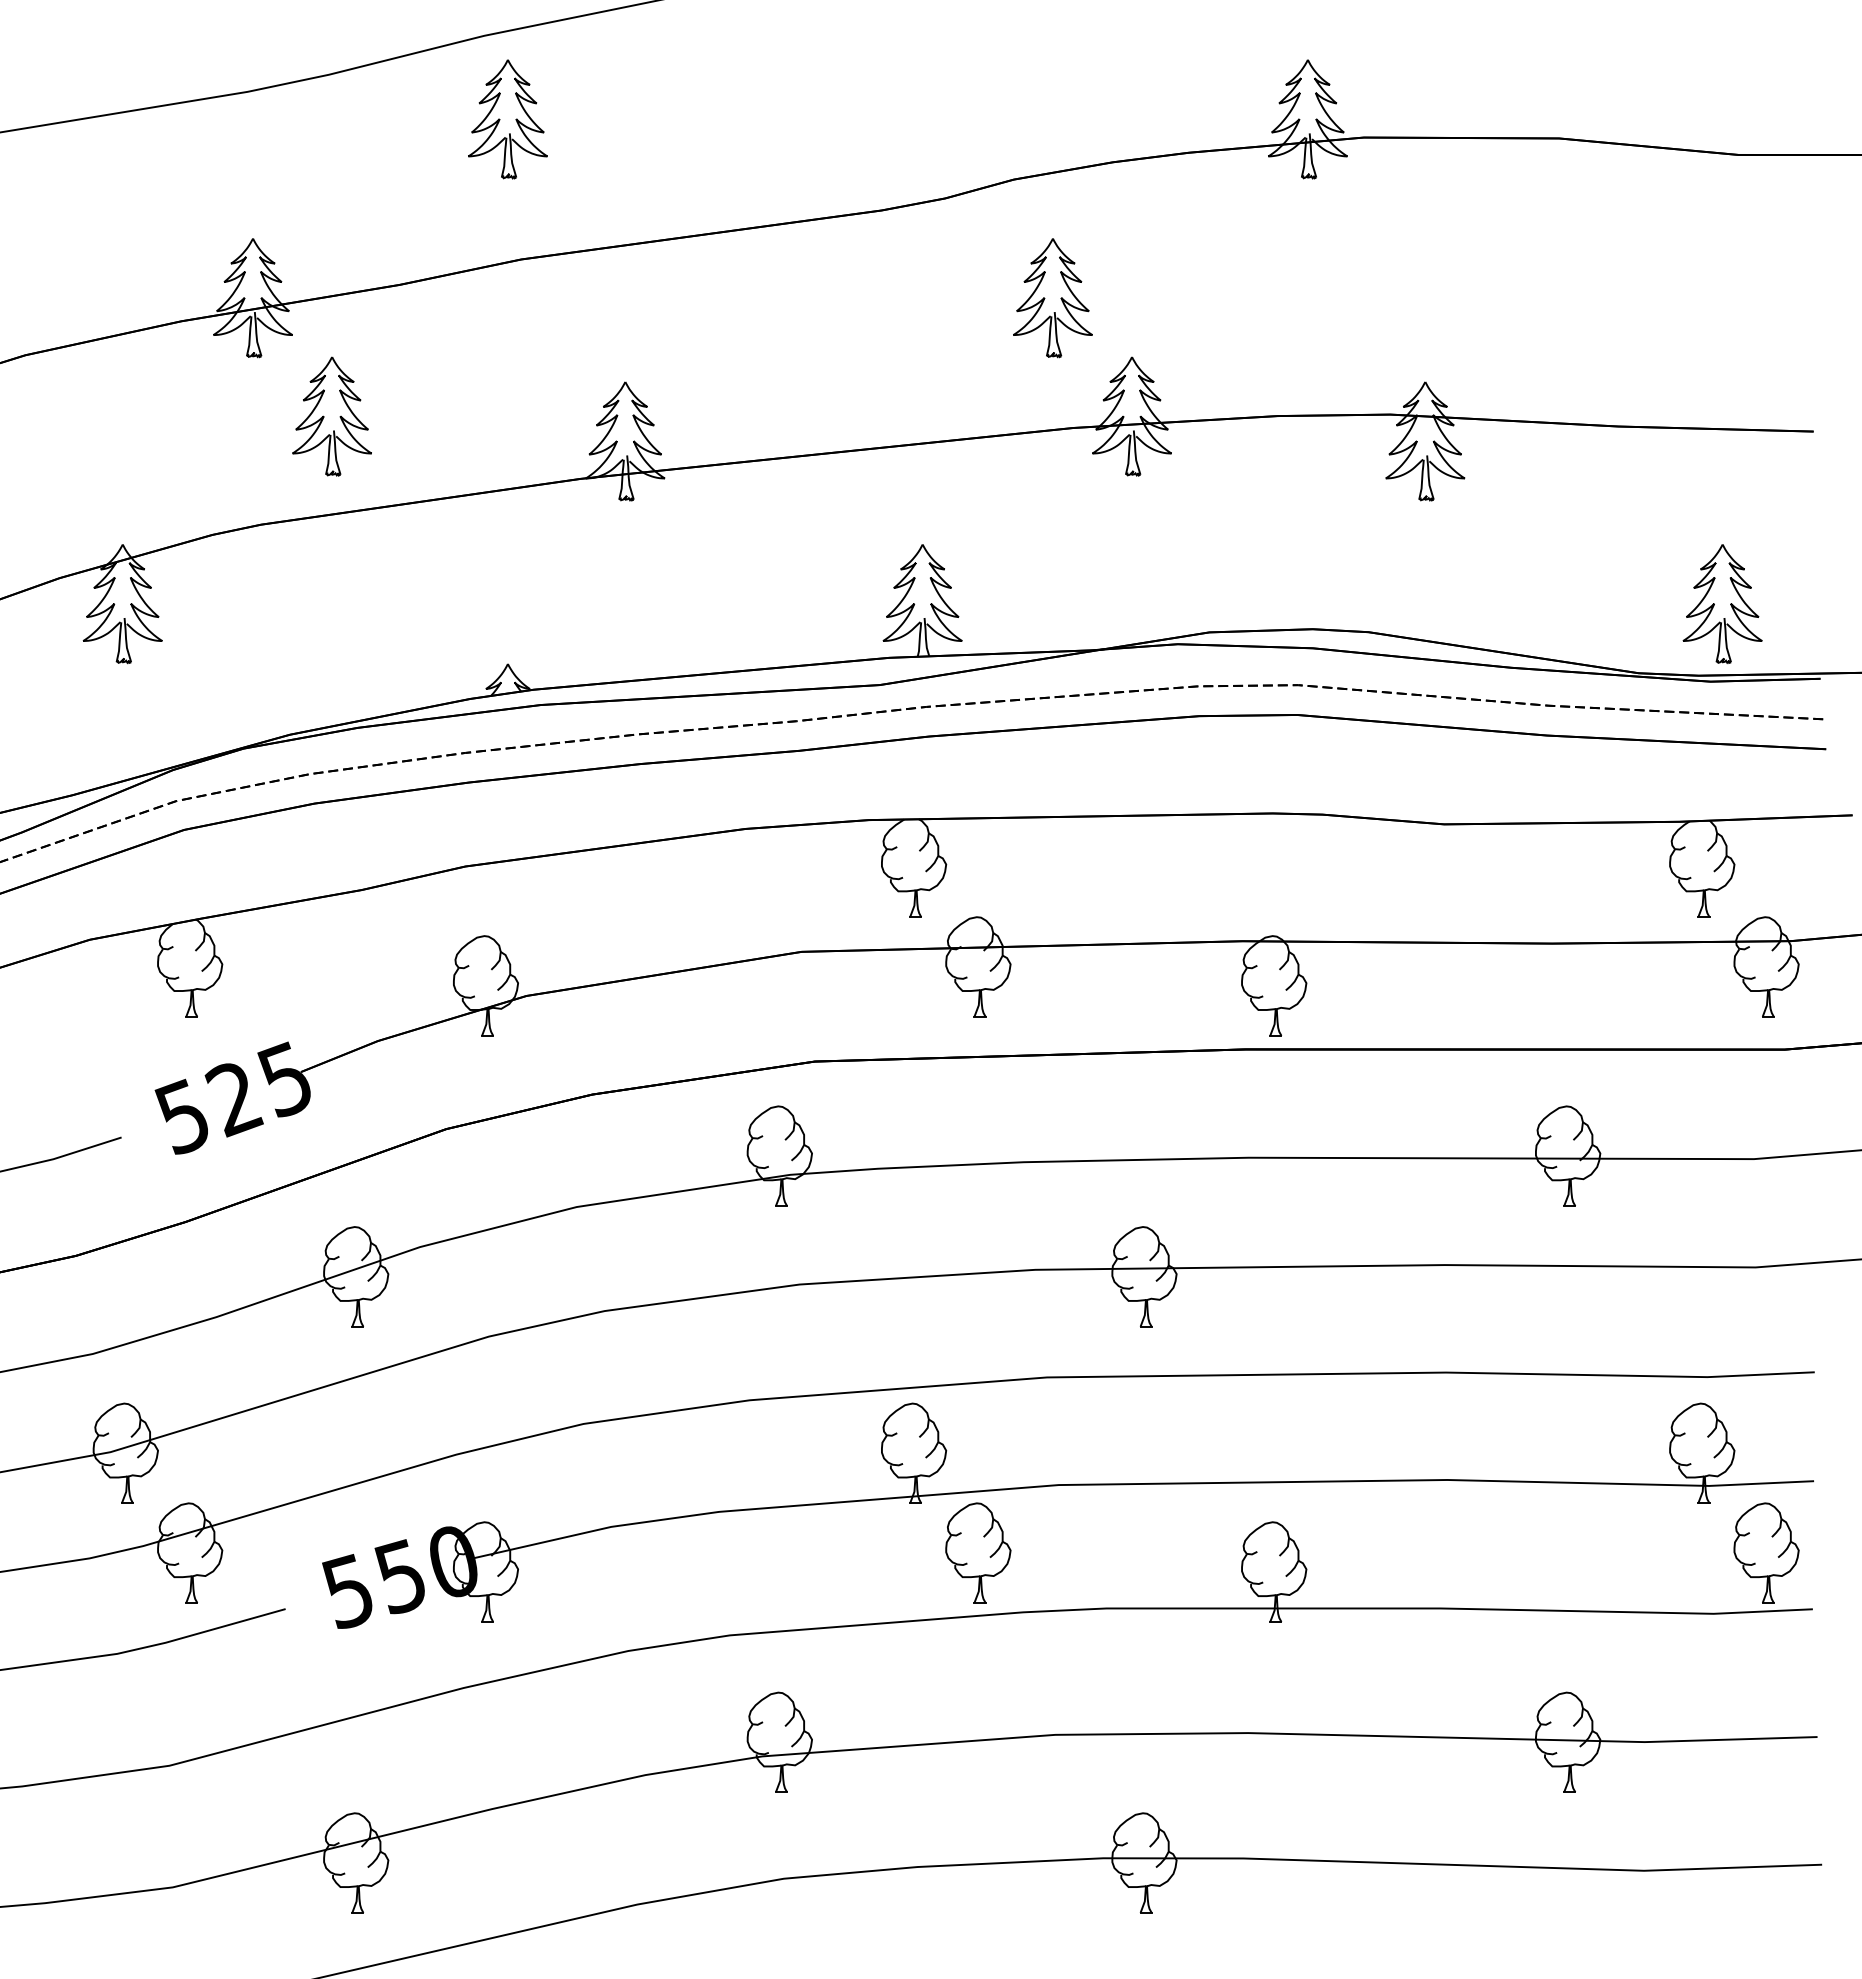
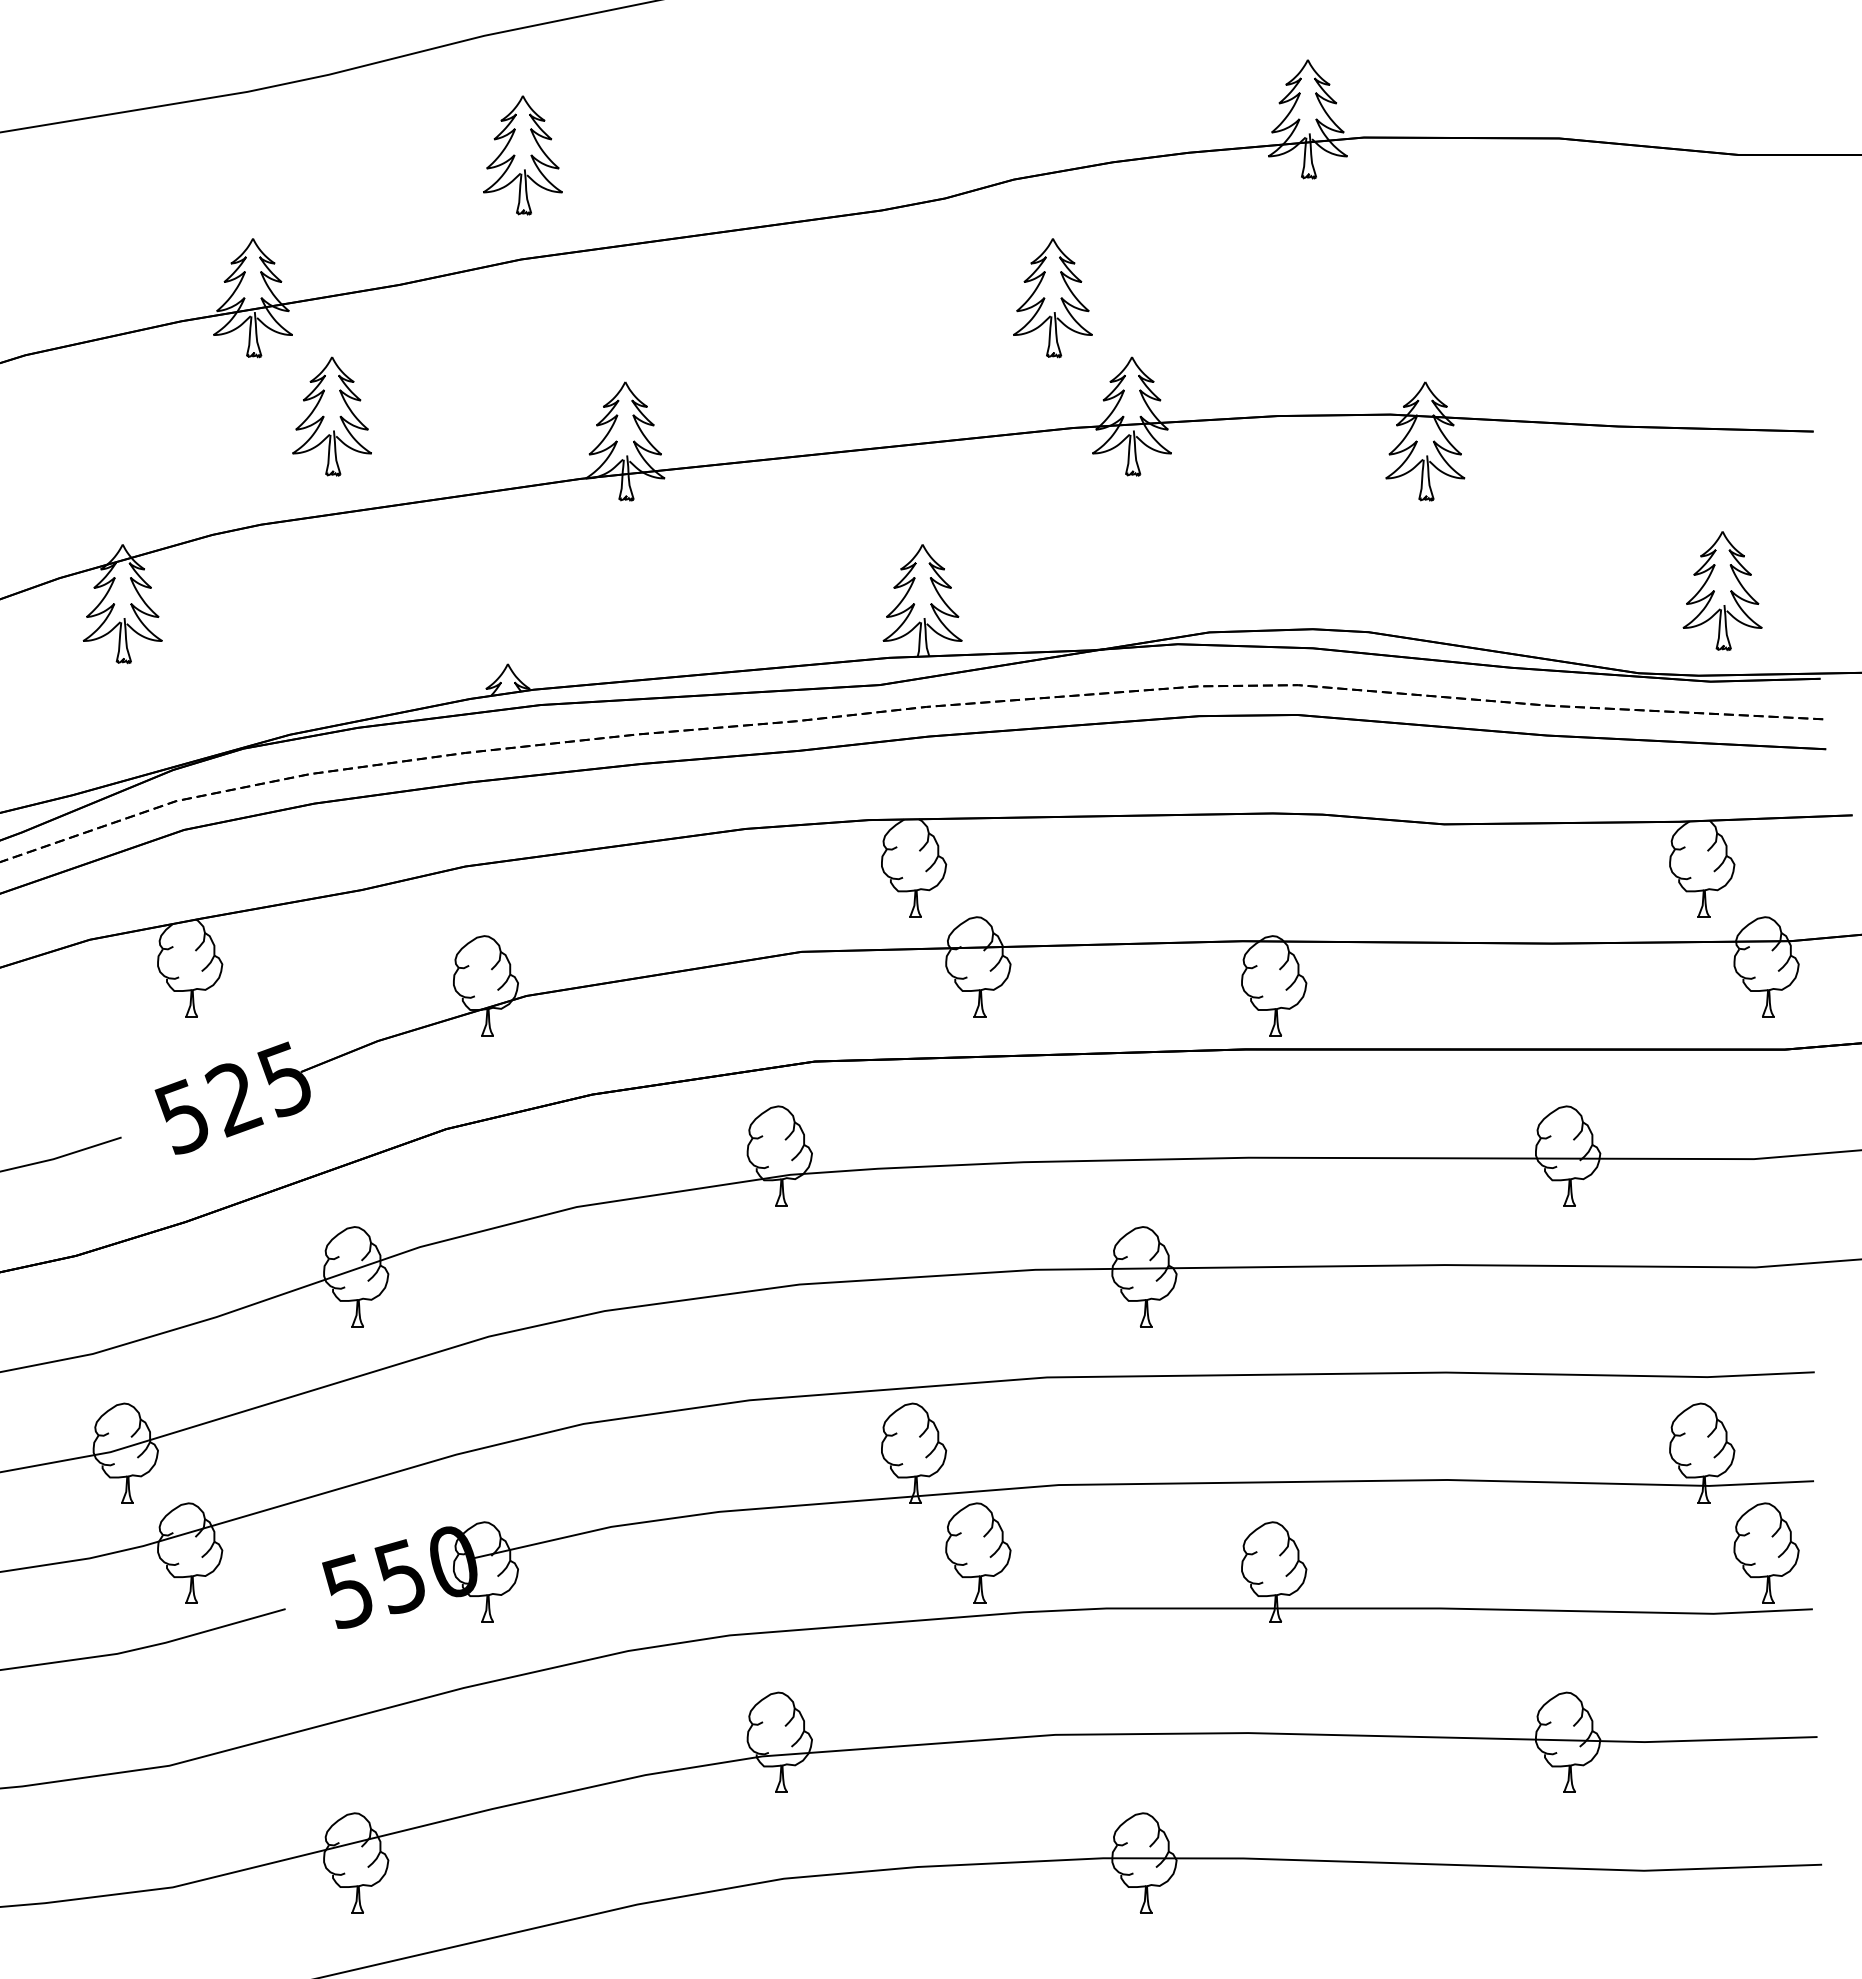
part at (507, 119) position: (507, 119) -> (522, 155)
part at (1722, 603) position: (1722, 603) -> (1722, 590)
